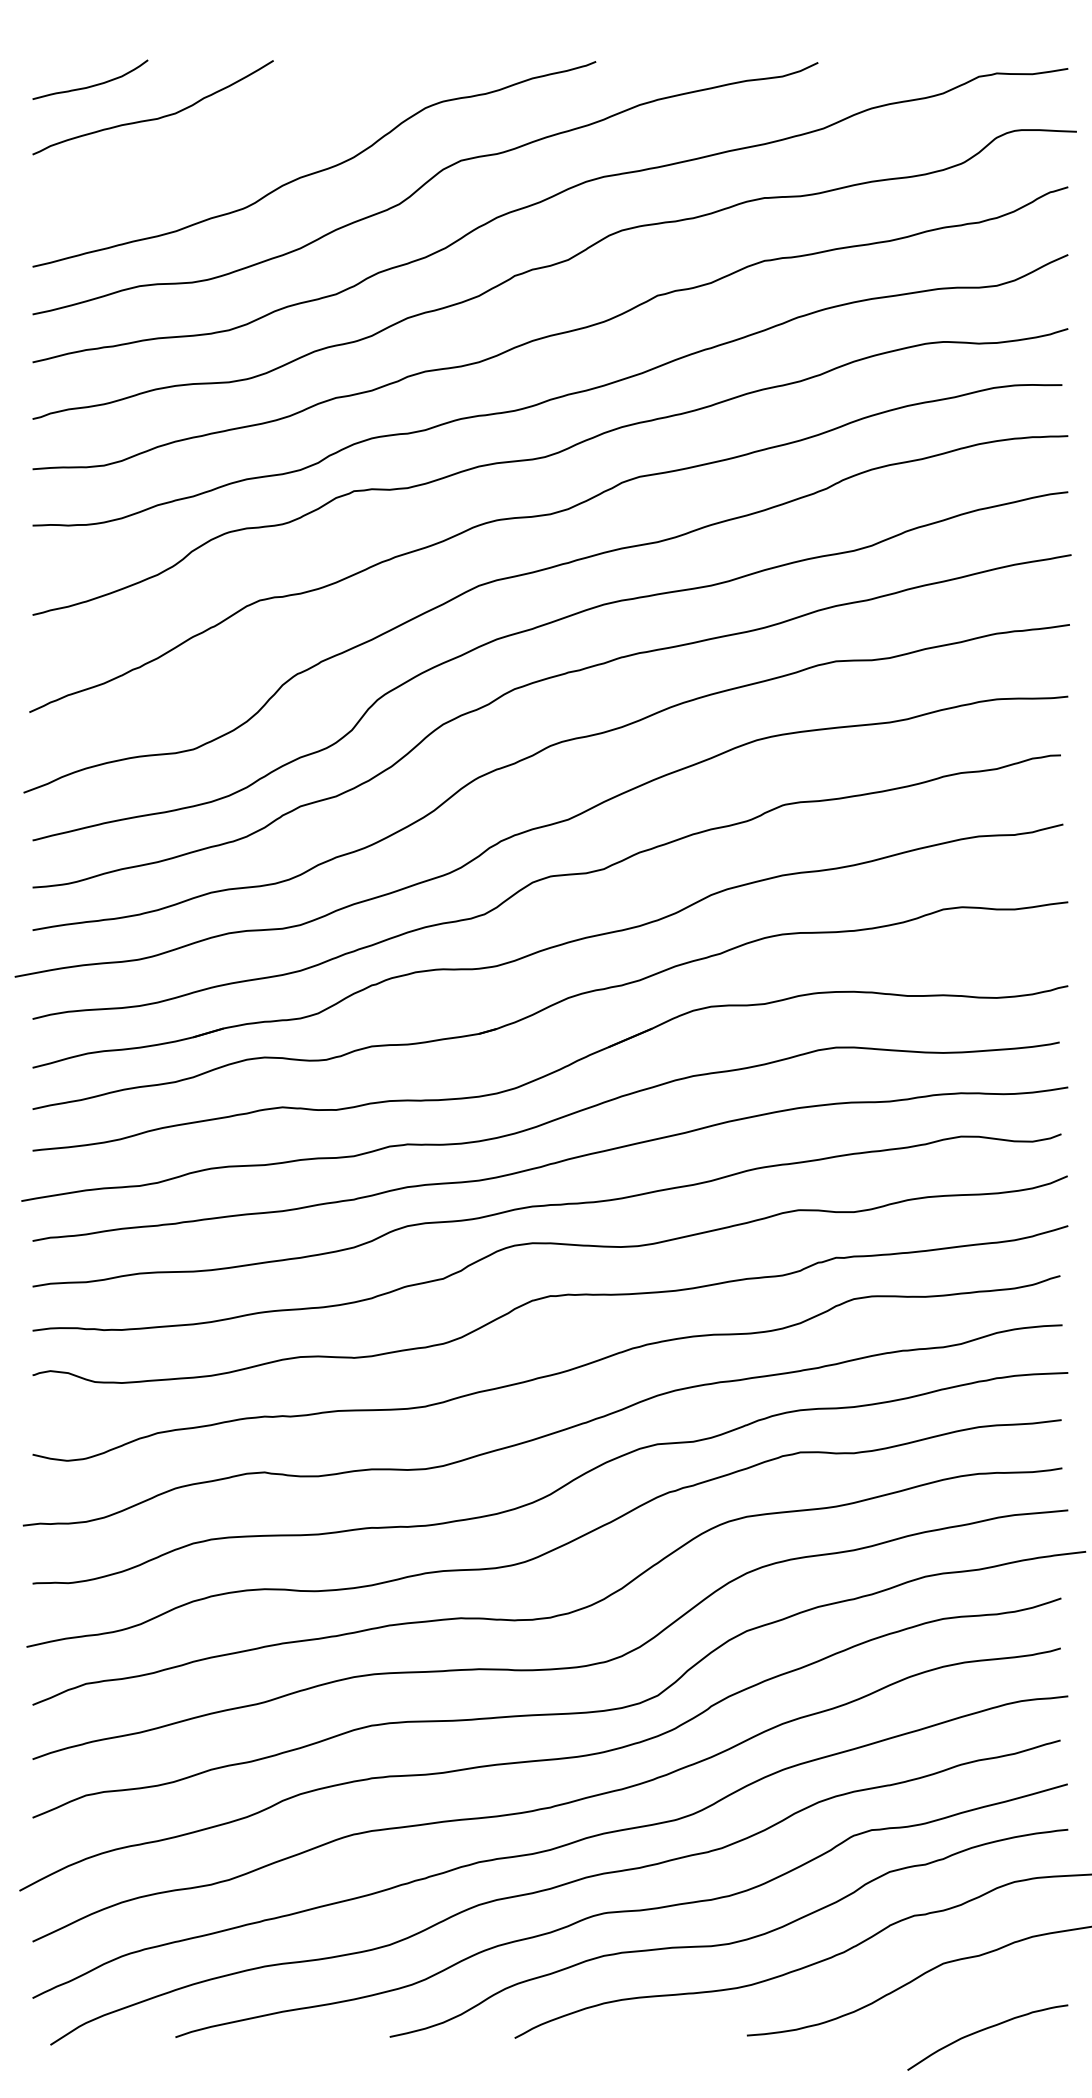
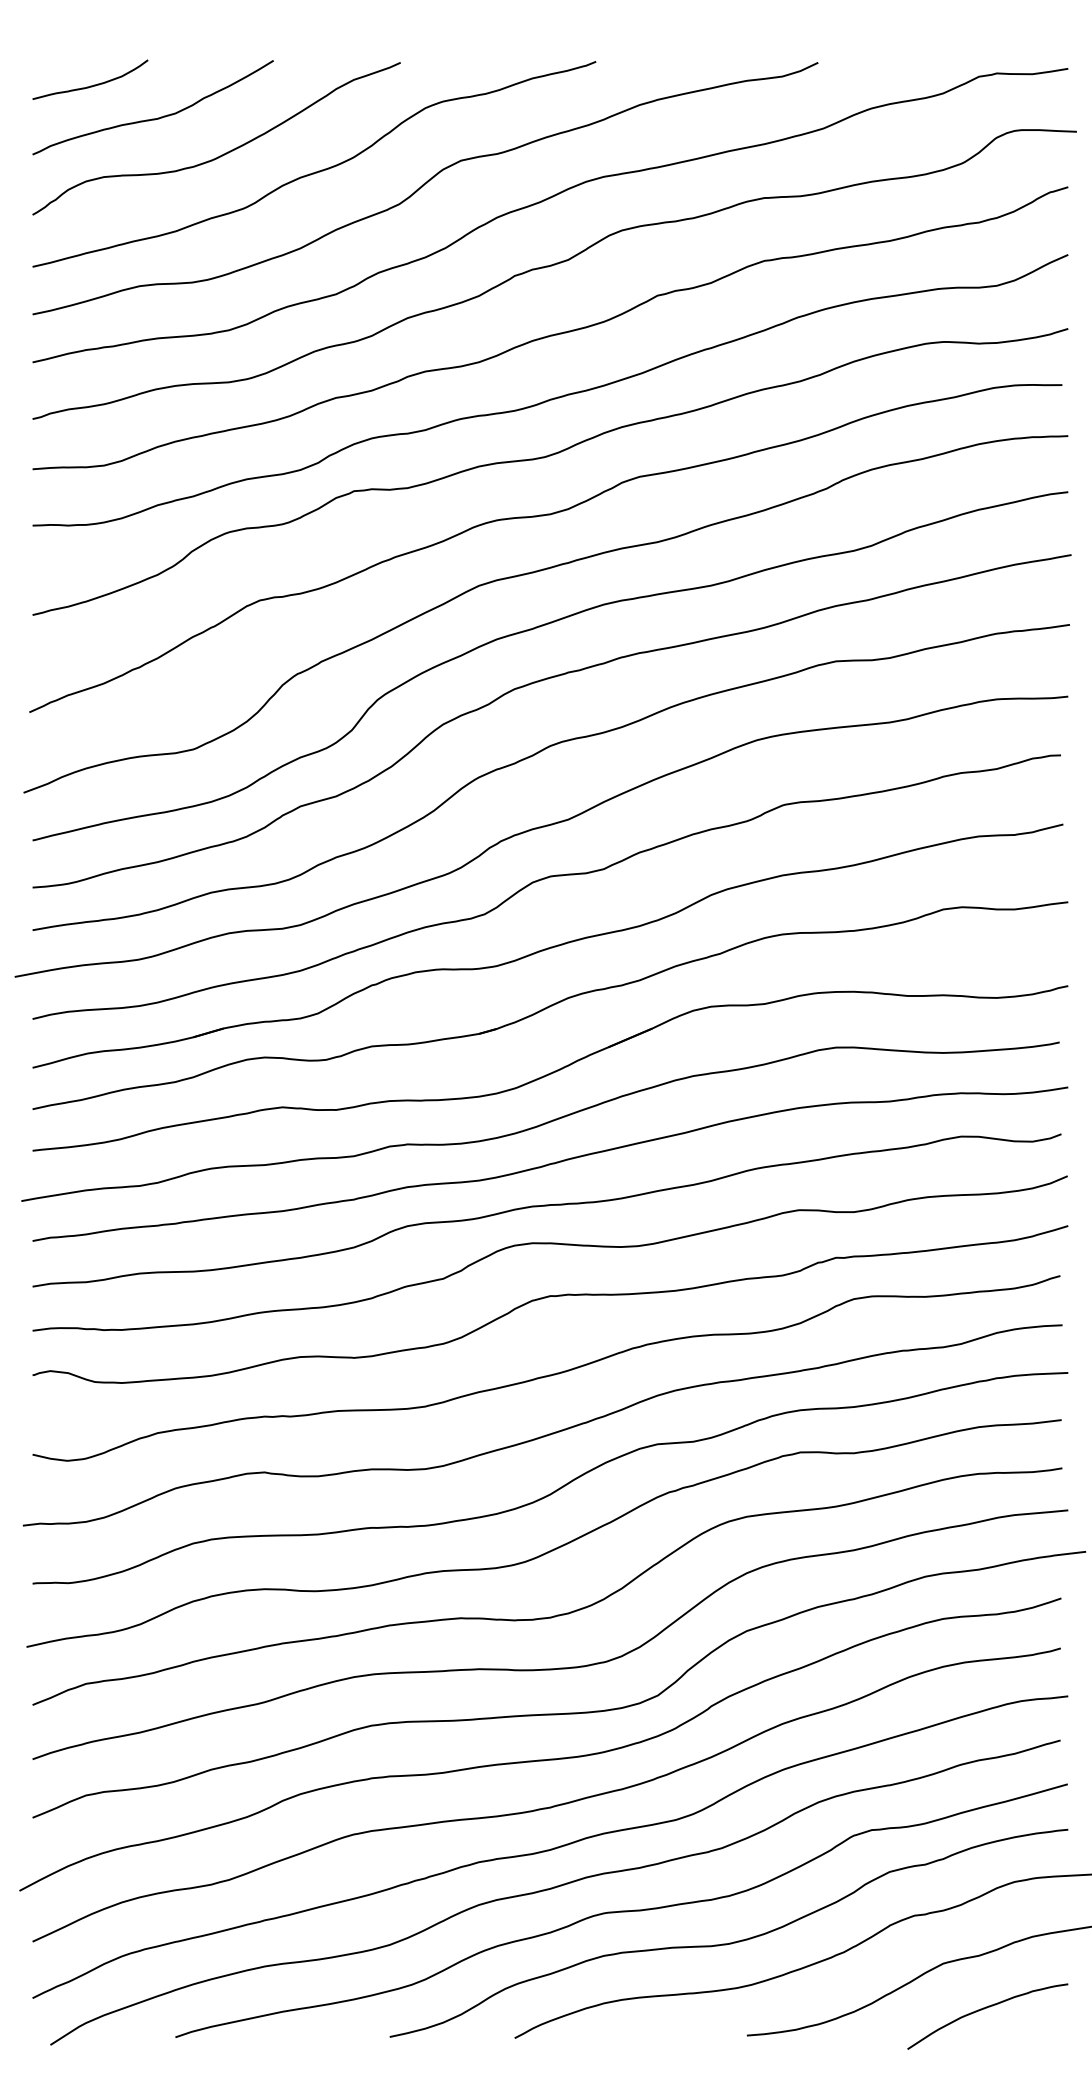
curve at (223, 153): none -> present
curve at (984, 2030) position: (984, 2030) -> (984, 2009)
